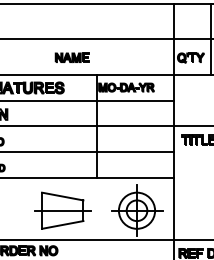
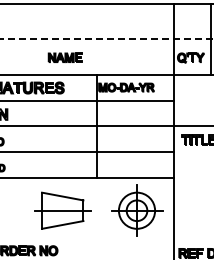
line at (107, 38): solid -> dashed
part at (71, 57) position: (71, 57) -> (64, 57)
line at (106, 240): present -> none
